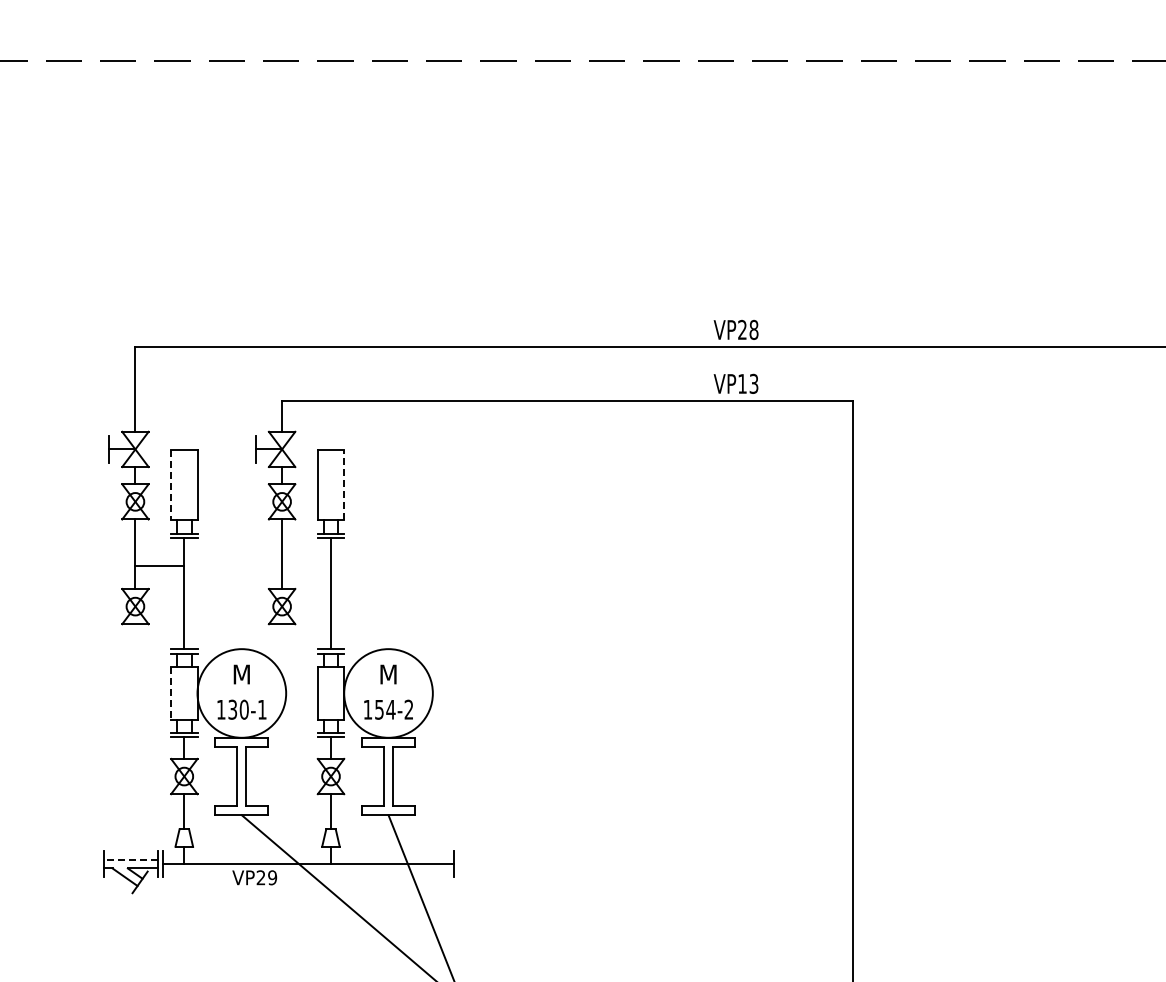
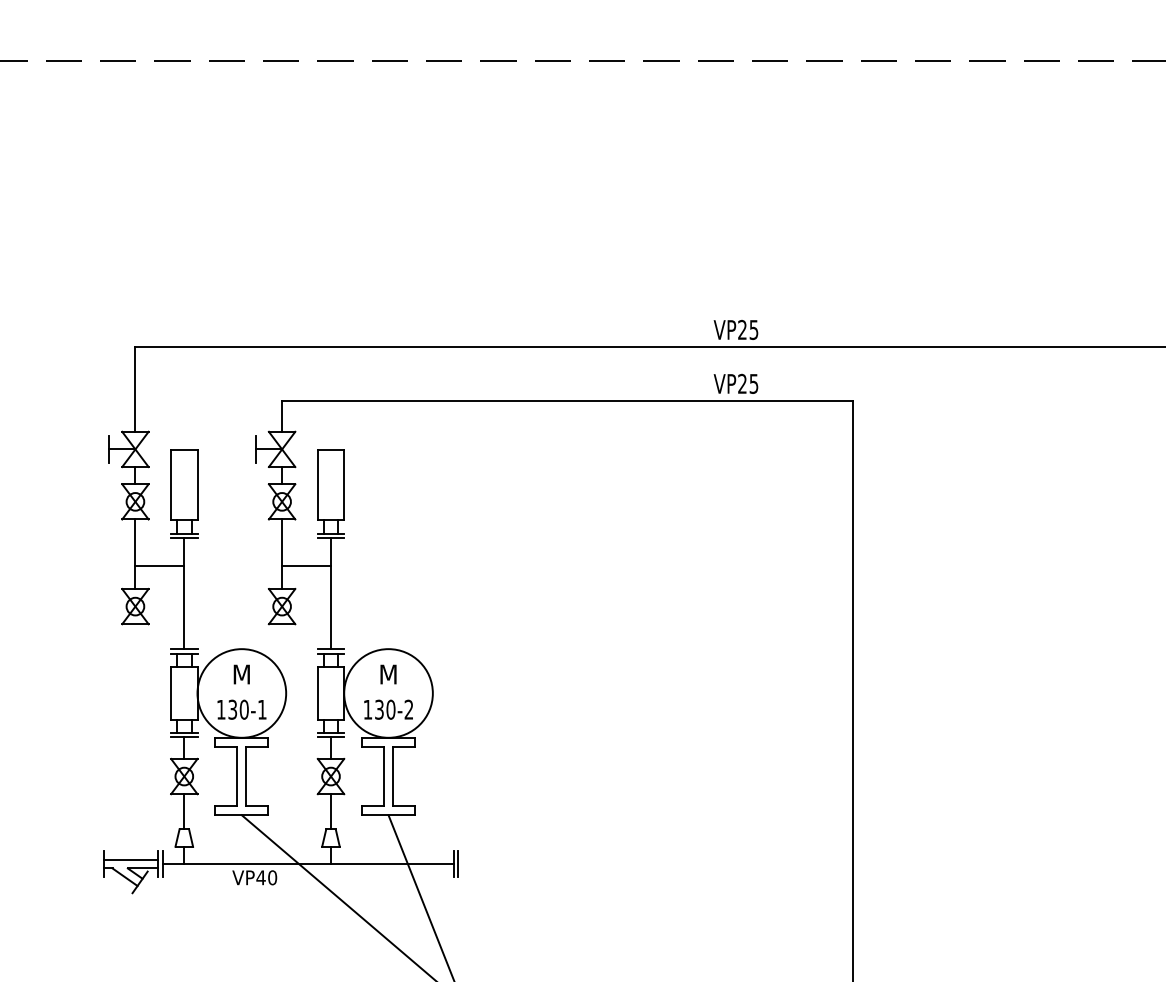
text at (753, 329): VP28 -> VP25
text at (748, 383): VP13 -> VP25
line at (344, 484): dashed -> solid
line at (171, 485): dashed -> solid
line at (306, 565): none -> present
line at (171, 693): dashed -> solid
text at (385, 709): 154-2 -> 130-2
line at (130, 859): dashed -> solid
line at (458, 863): none -> present
text at (266, 877): VP29 -> VP40
